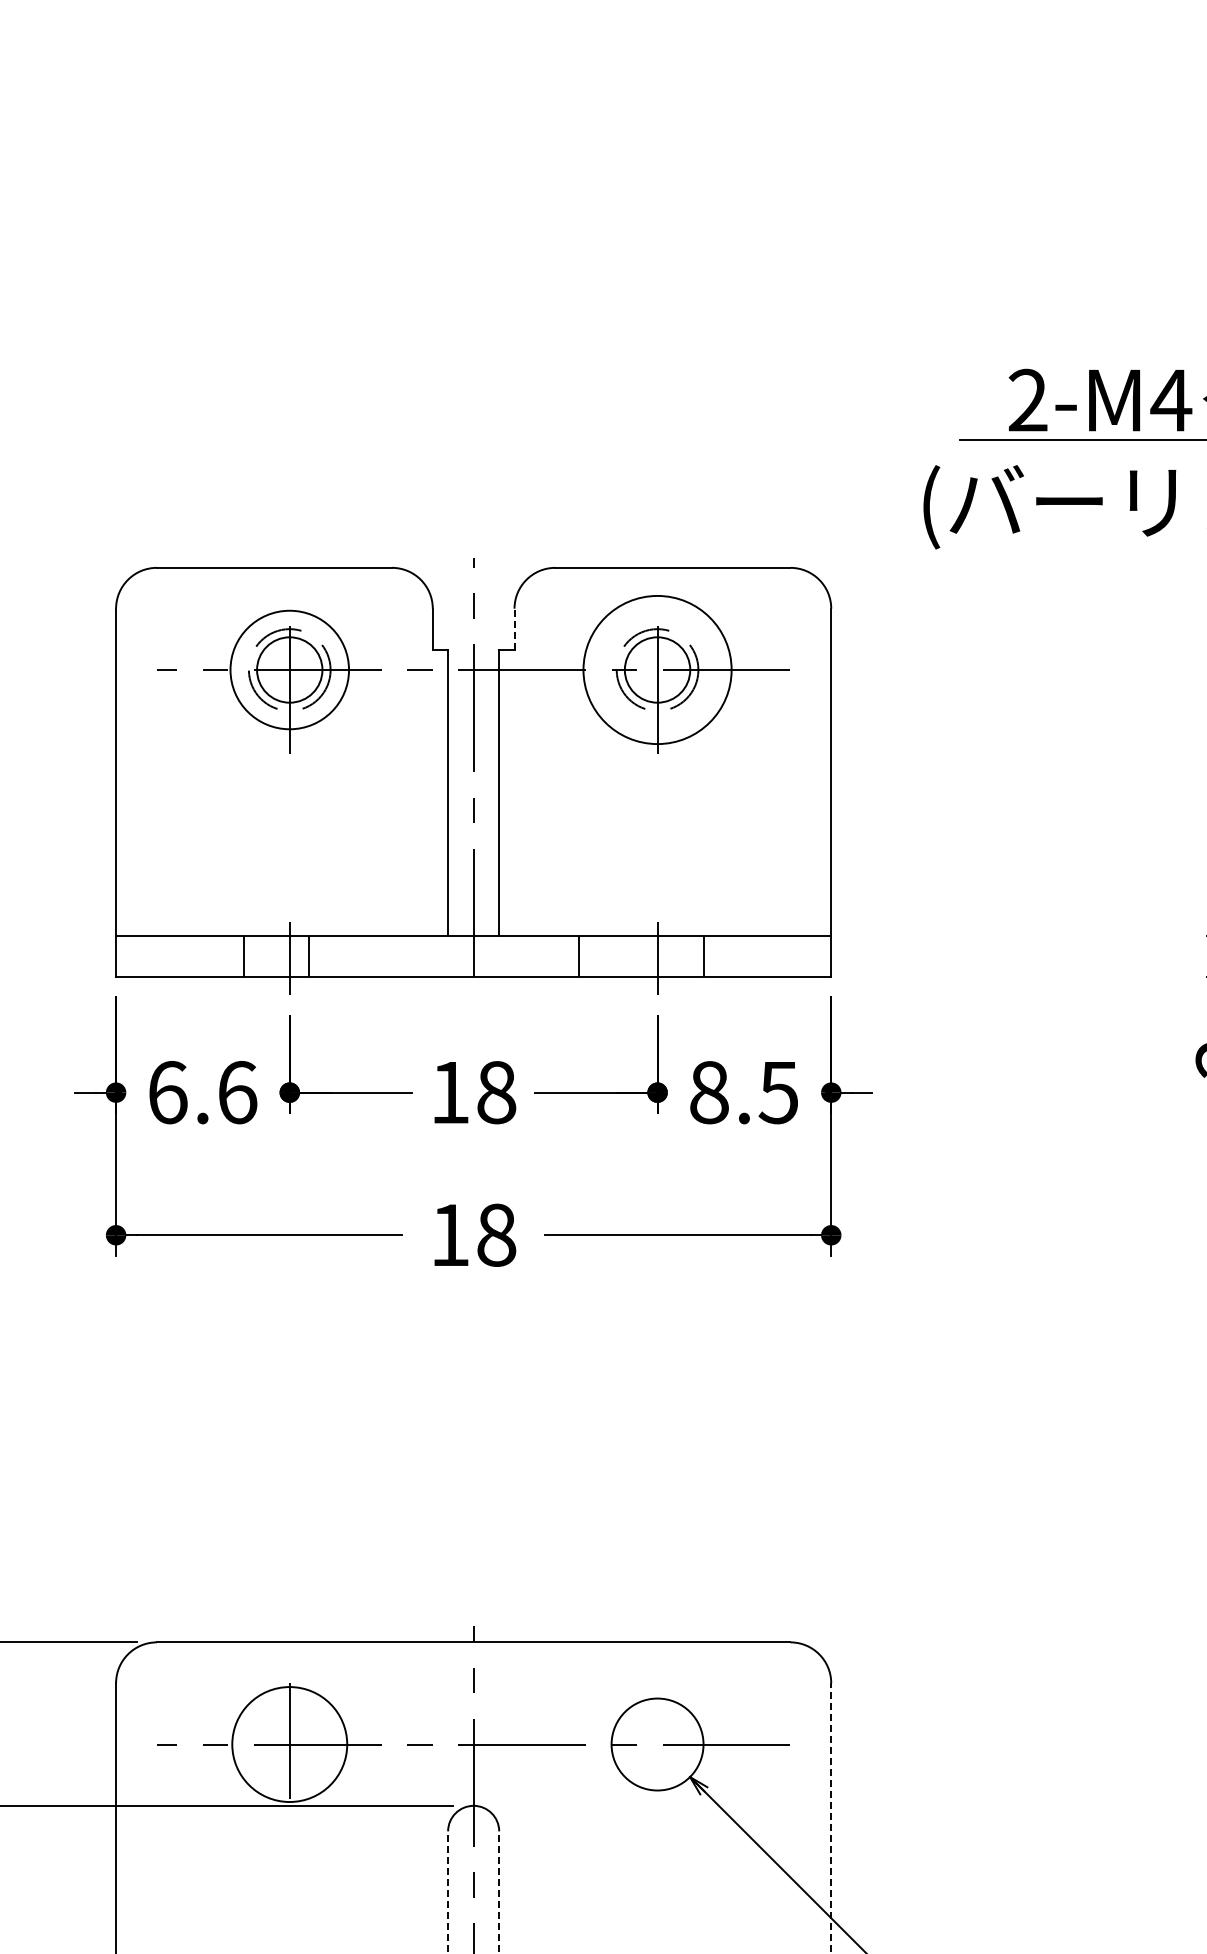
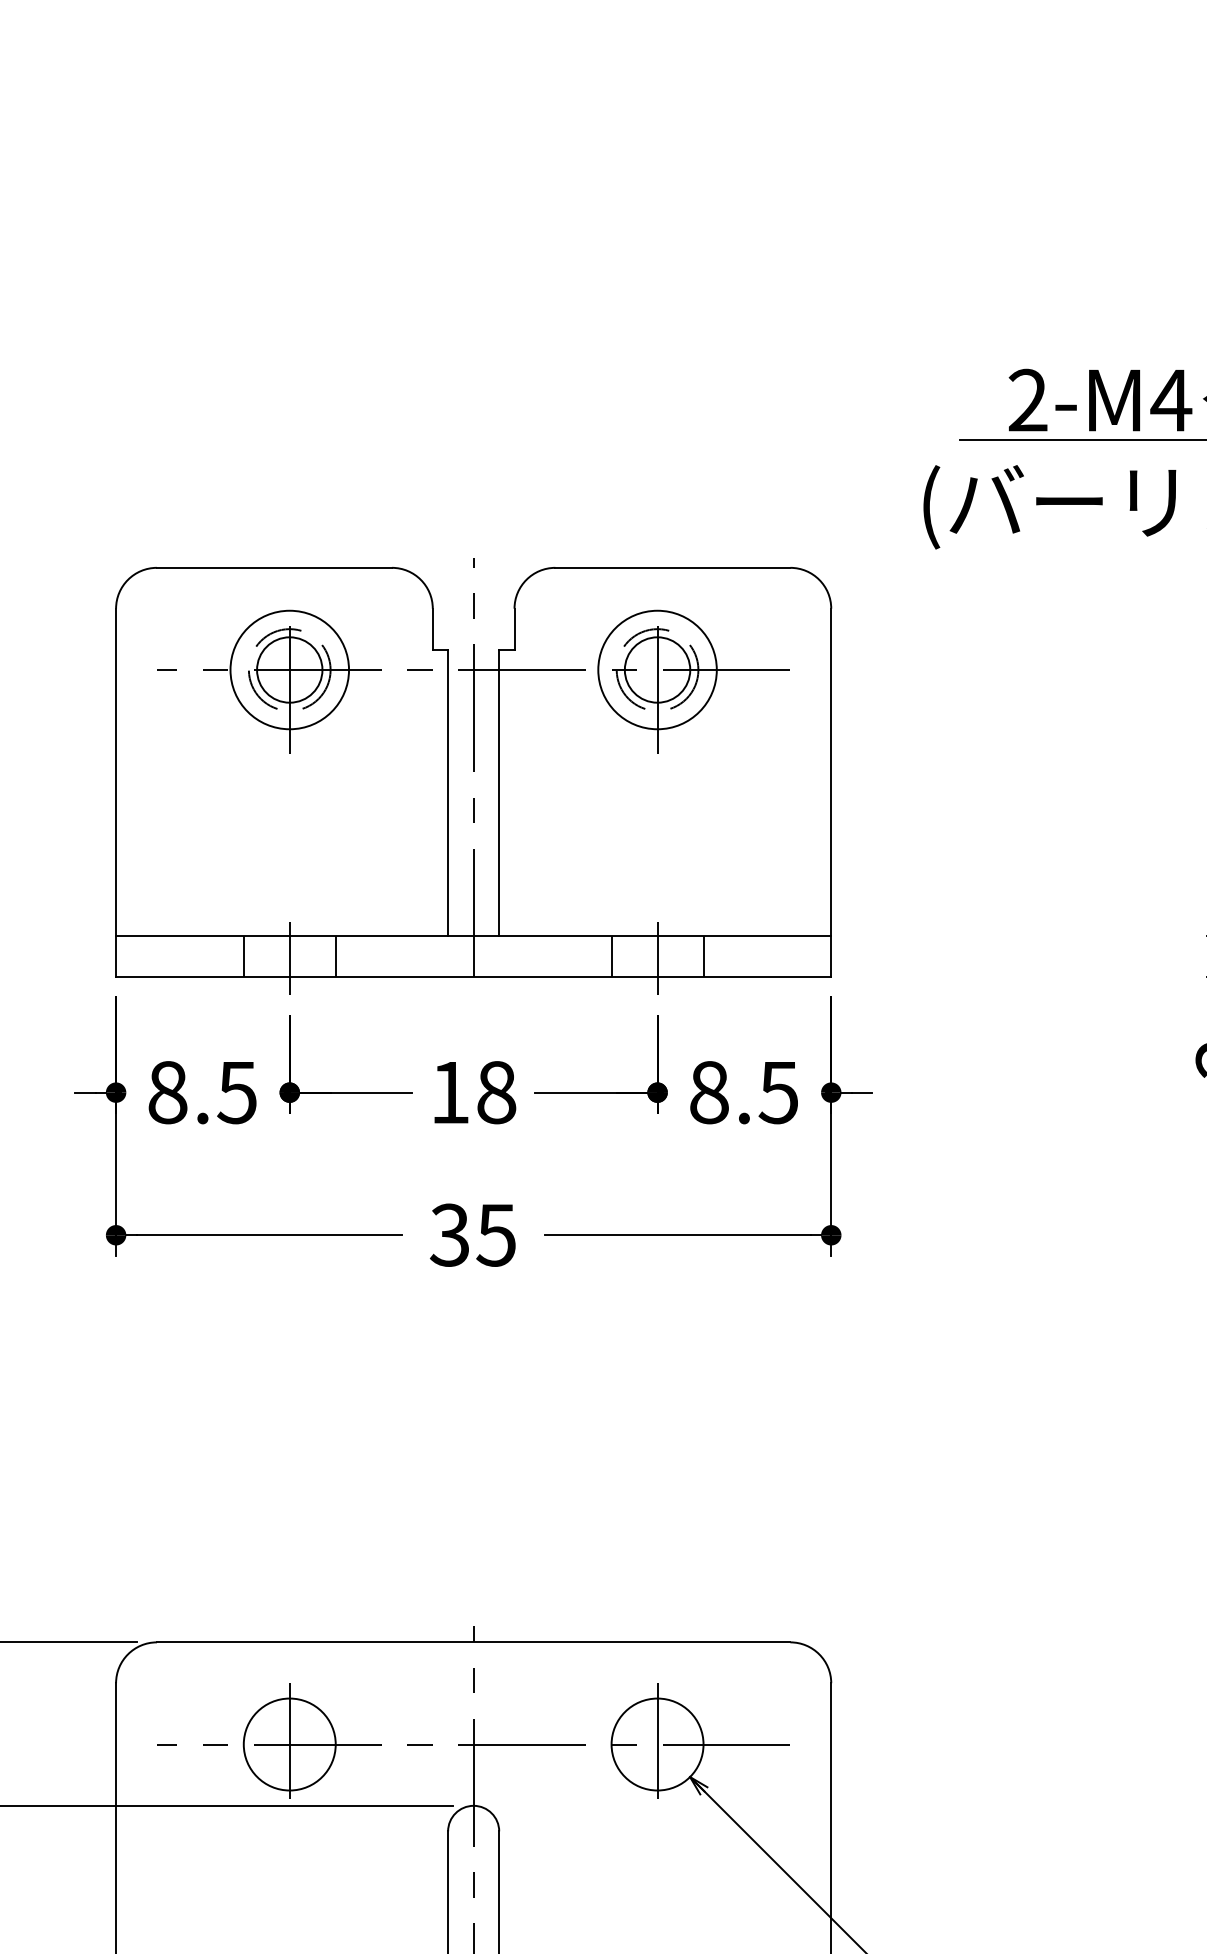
line at (514, 628): dashed -> solid
circle at (657, 669) diameter: 148 px -> 119 px
line at (308, 955) position: (308, 955) -> (335, 955)
line at (578, 955) position: (578, 955) -> (611, 955)
text at (202, 1092): 6.6 -> 8.5
text at (472, 1234): 18 -> 35
line at (657, 1740): none -> present
circle at (289, 1744) diameter: 115 px -> 92 px
line at (831, 1818): dashed -> solid
line at (448, 1892): dashed -> solid
line at (499, 1892): dashed -> solid
